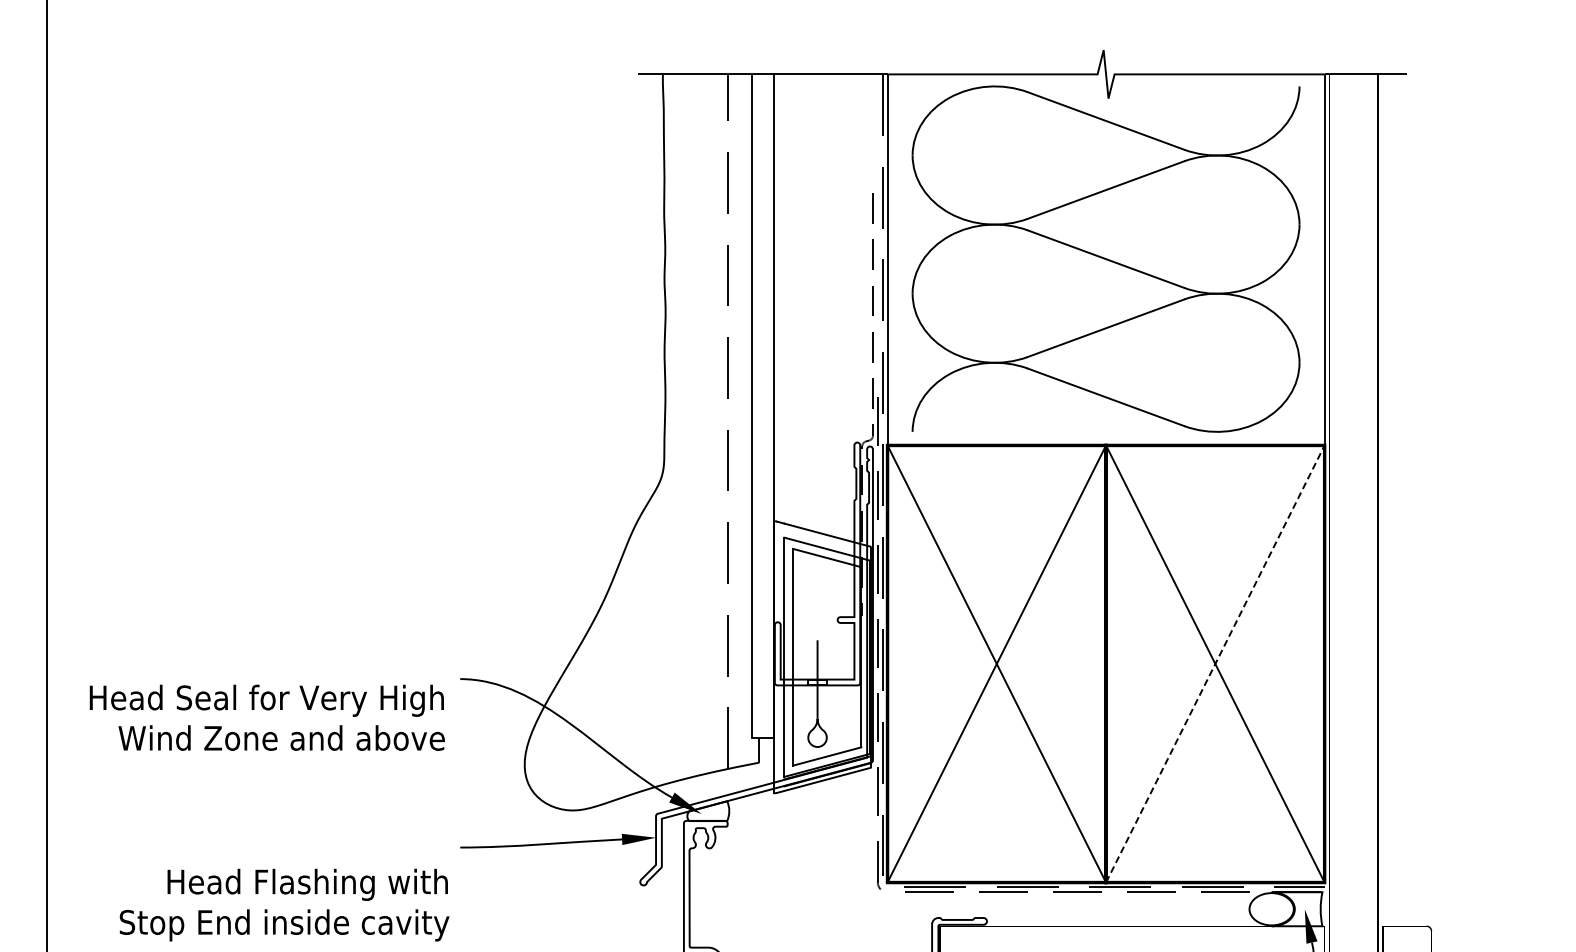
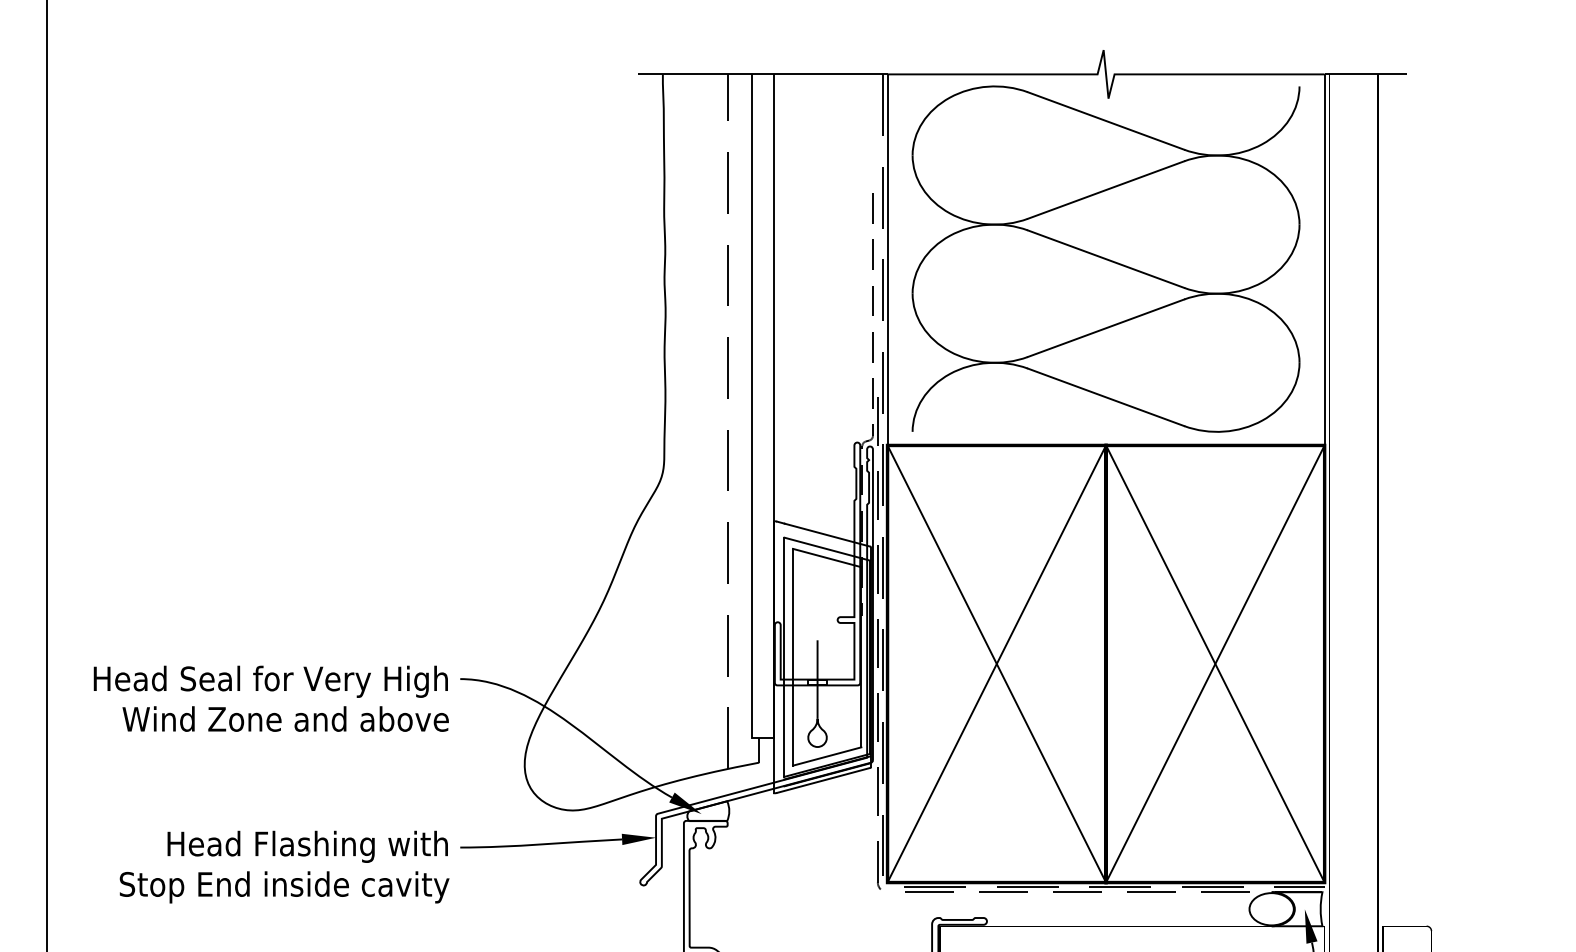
line at (1215, 663): dashed -> solid
text at (266, 717) position: (266, 717) -> (270, 698)
text at (284, 904) position: (284, 904) -> (284, 866)
